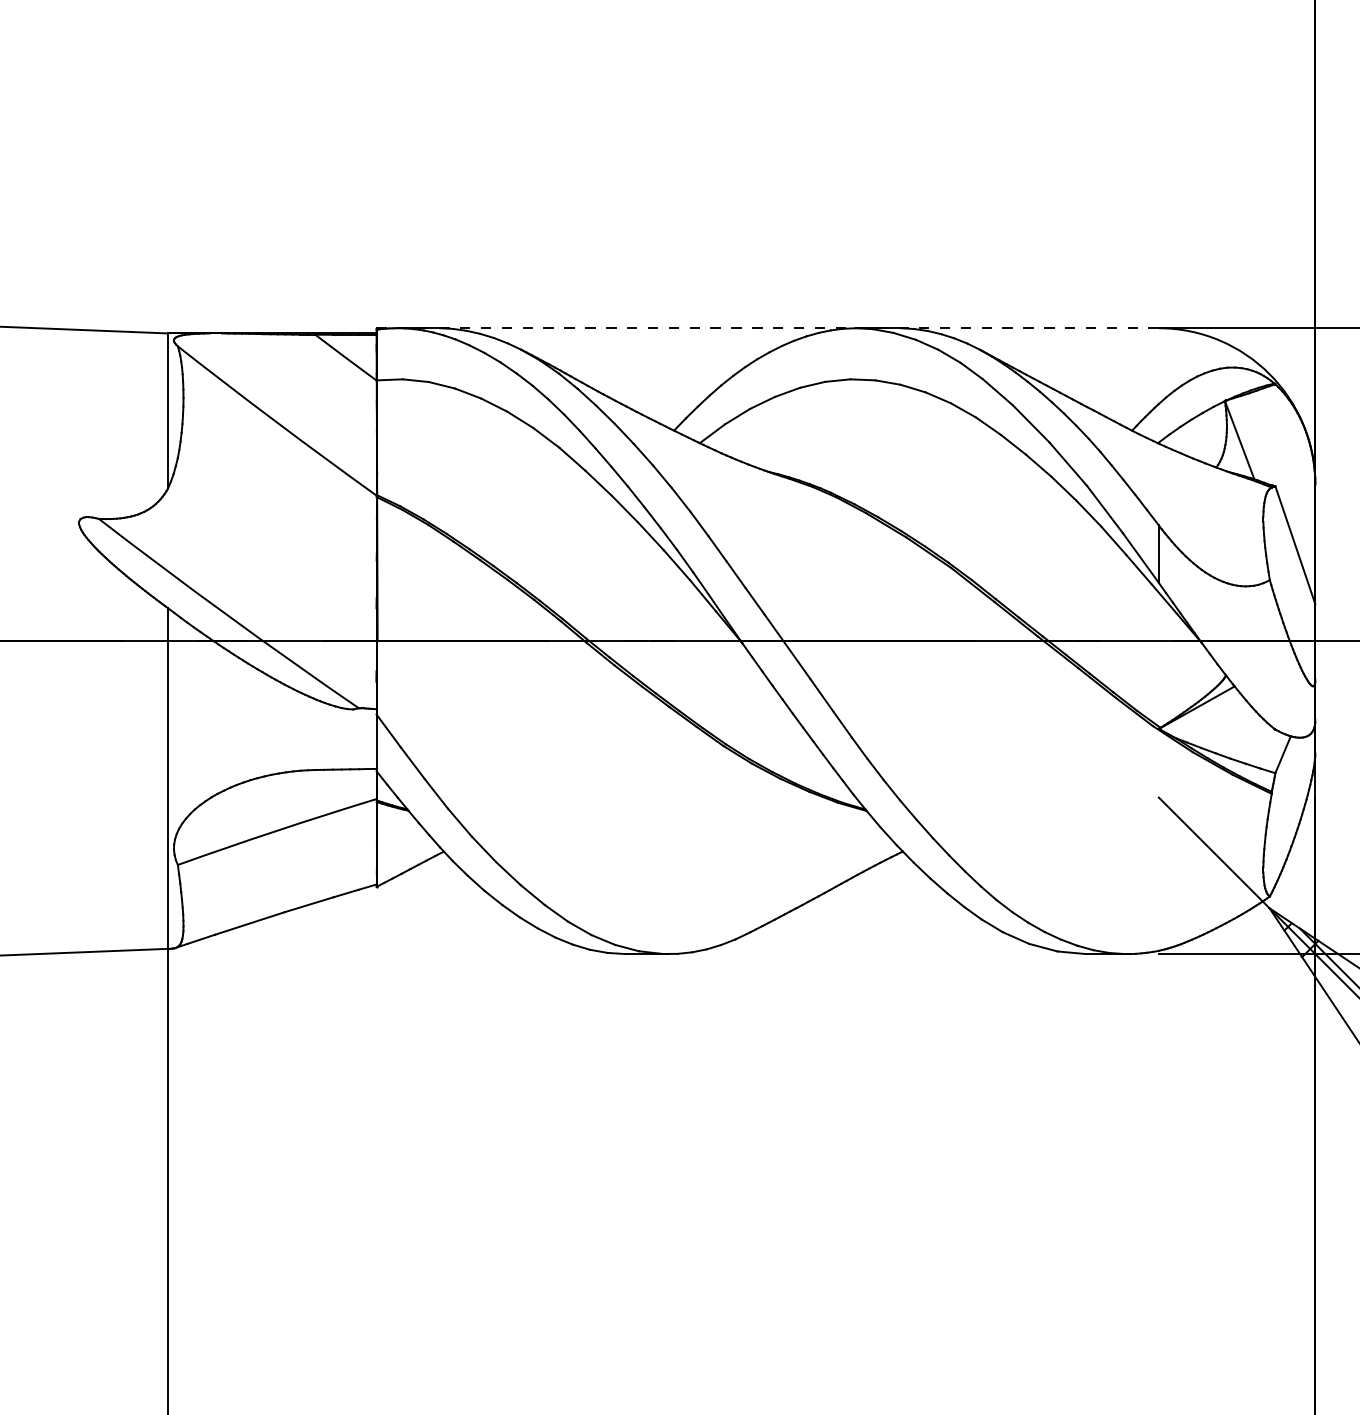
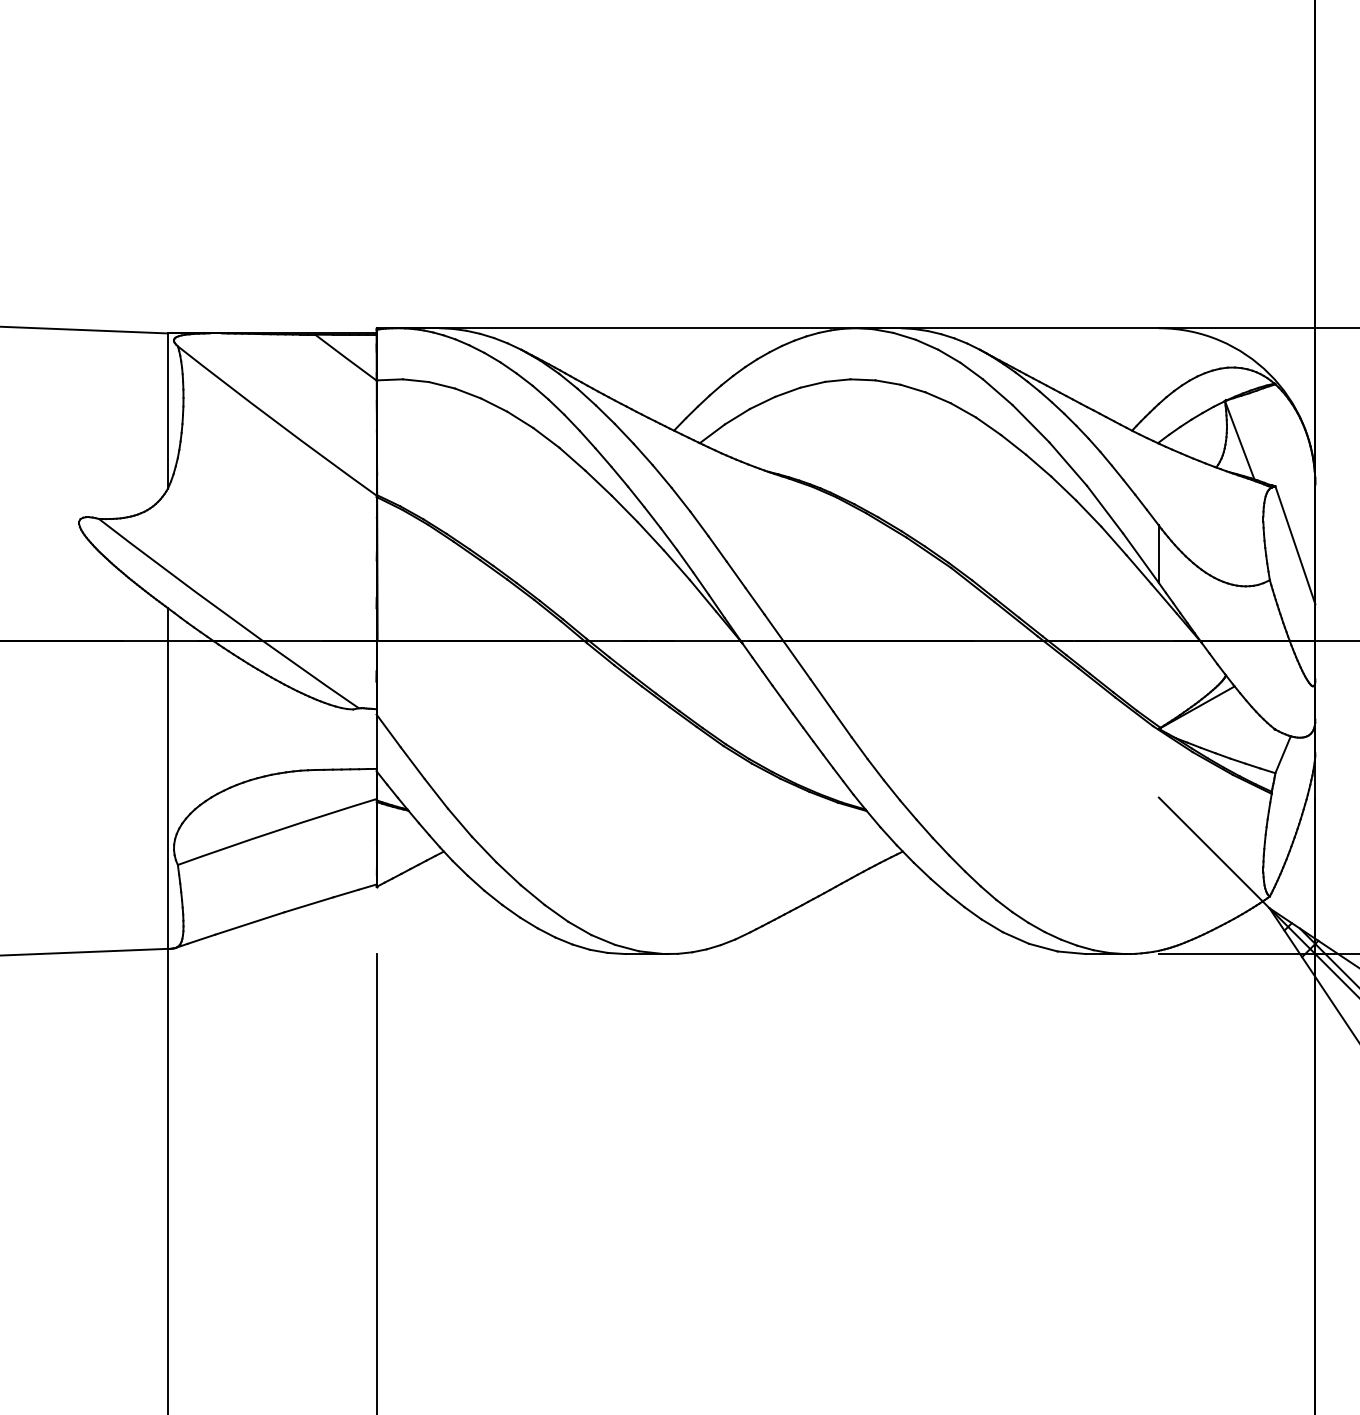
line at (767, 328): dashed -> solid
line at (376, 1182): none -> present
